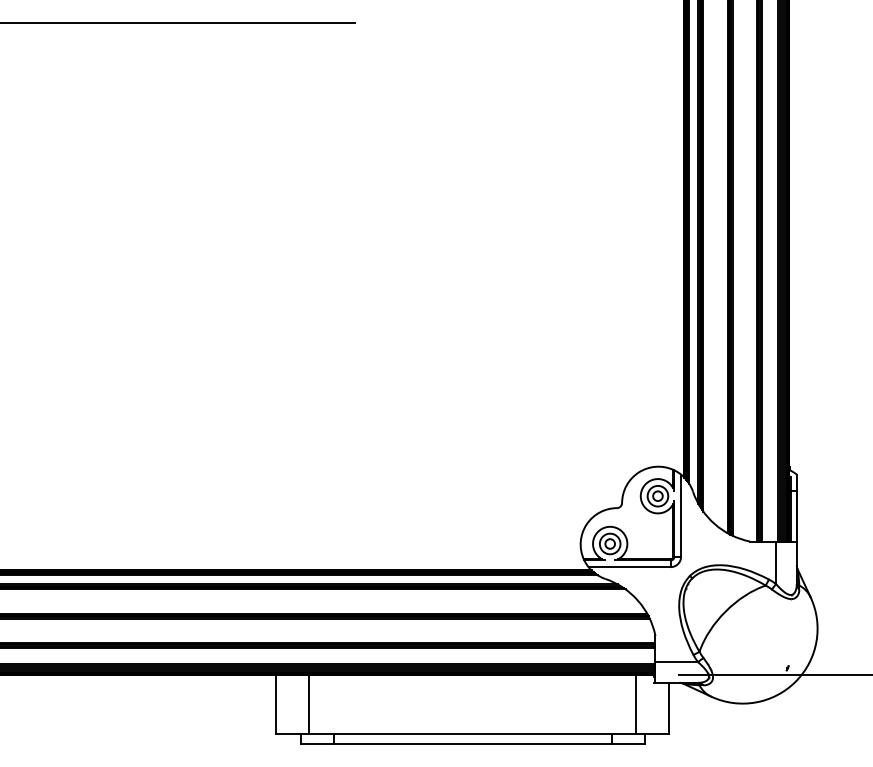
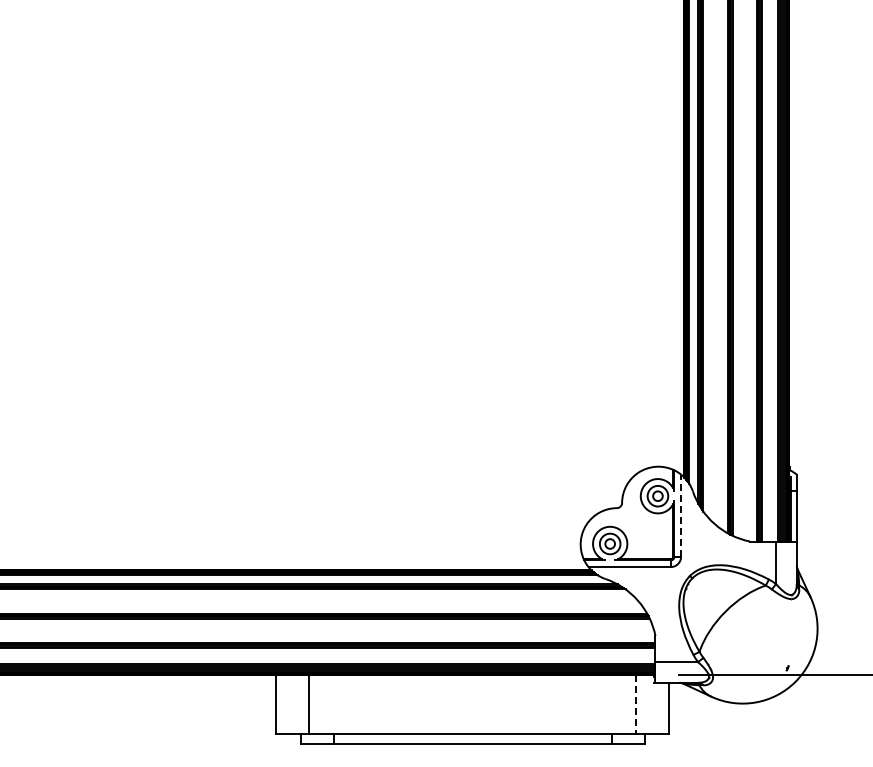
line at (178, 22): present -> none
line at (681, 515): solid -> dashed
line at (636, 704): solid -> dashed
